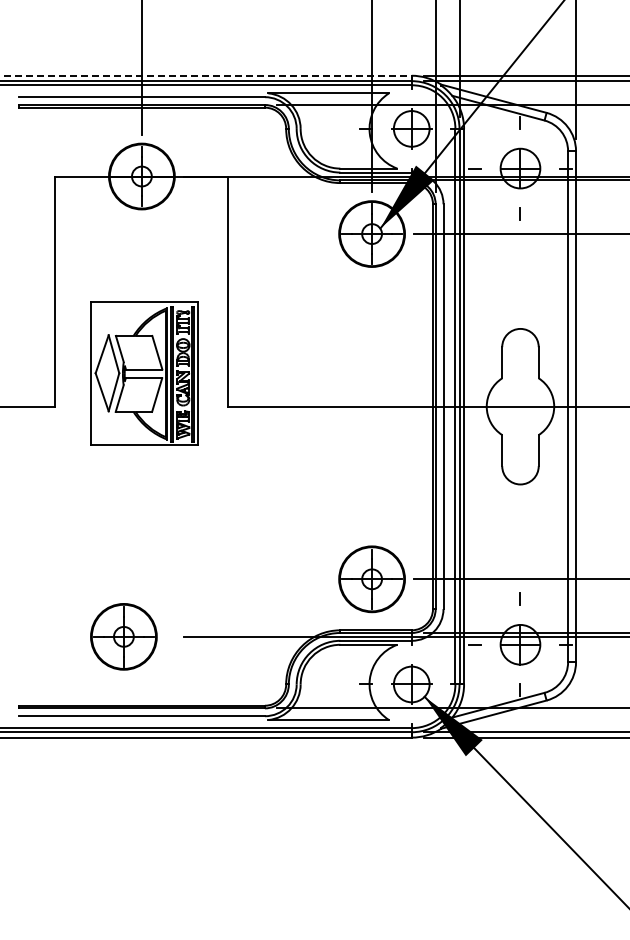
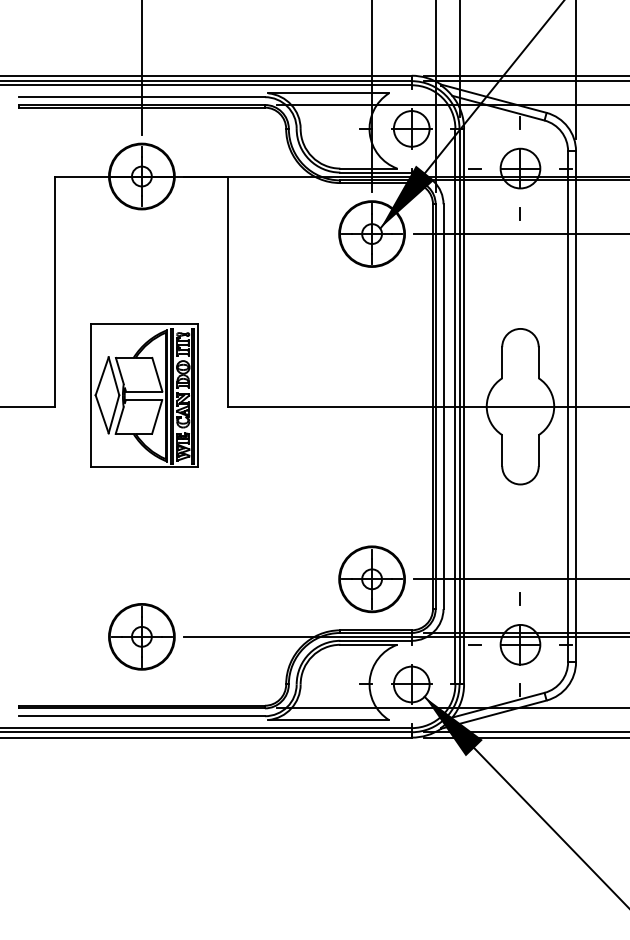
line at (205, 75): dashed -> solid
part at (144, 373) position: (144, 373) -> (144, 395)
part at (123, 636) position: (123, 636) -> (141, 636)
